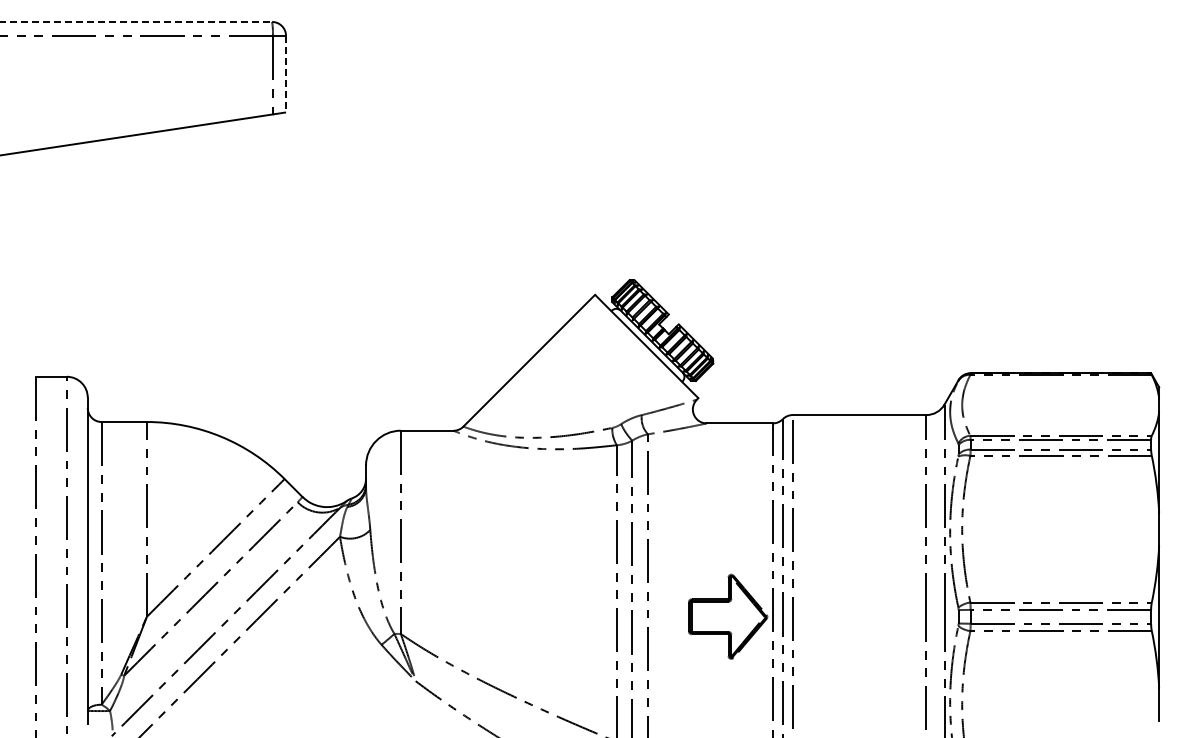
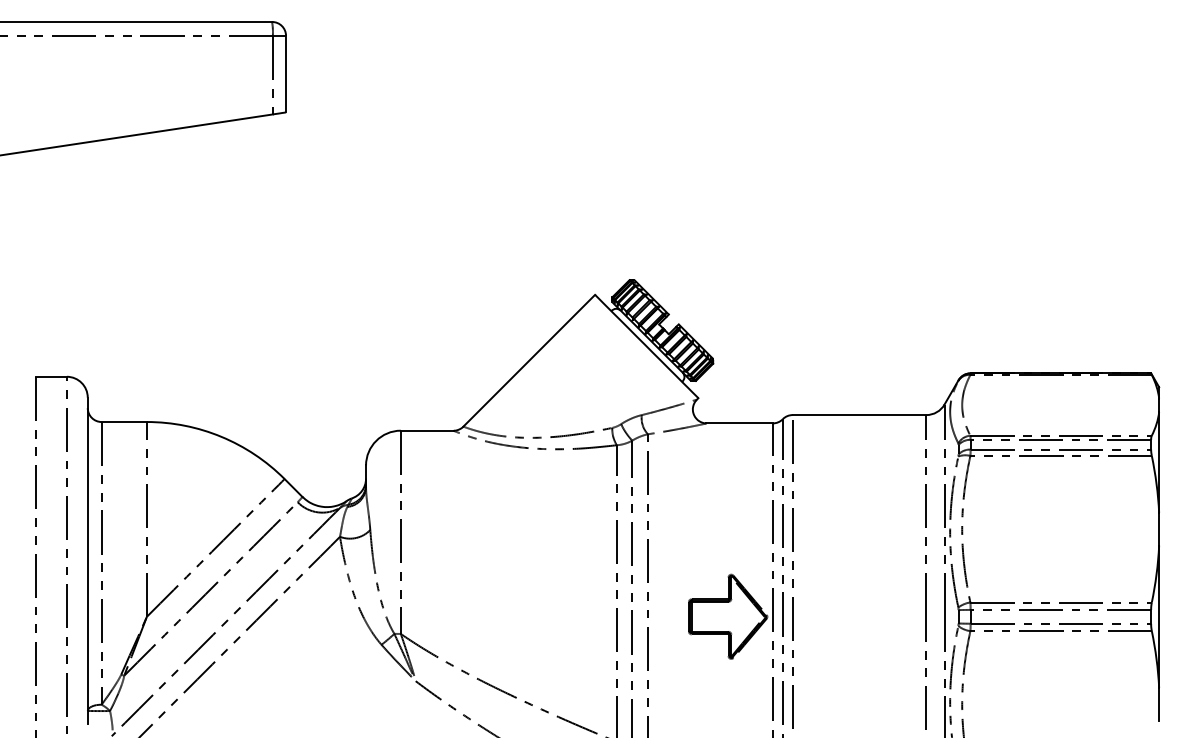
line at (136, 21): dashed -> solid
line at (286, 74): dashed -> solid
